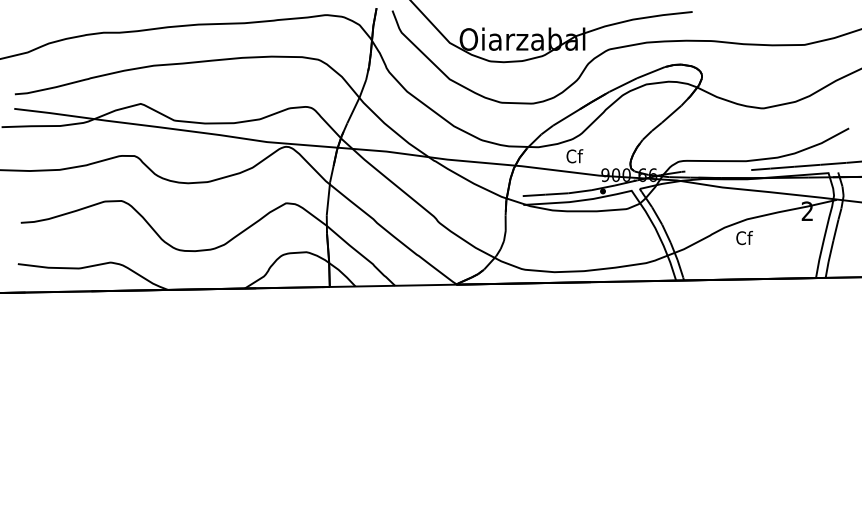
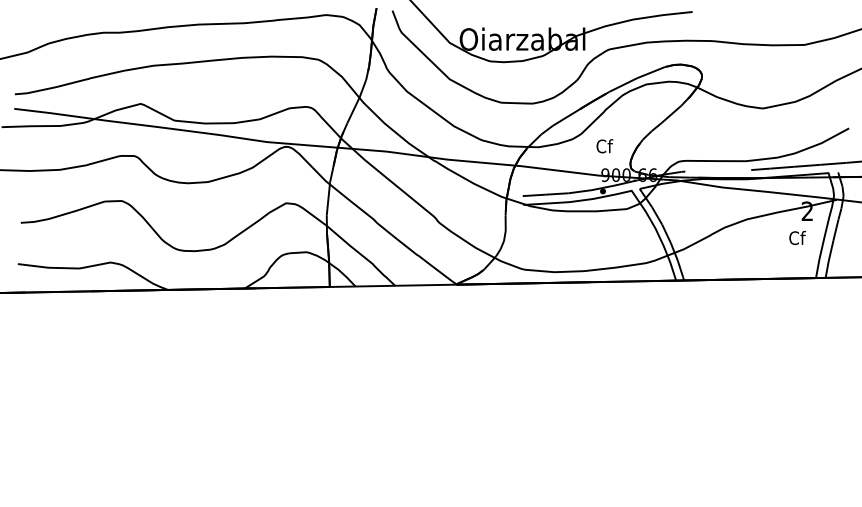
text at (574, 156) position: (574, 156) -> (604, 146)
text at (744, 238) position: (744, 238) -> (797, 238)
